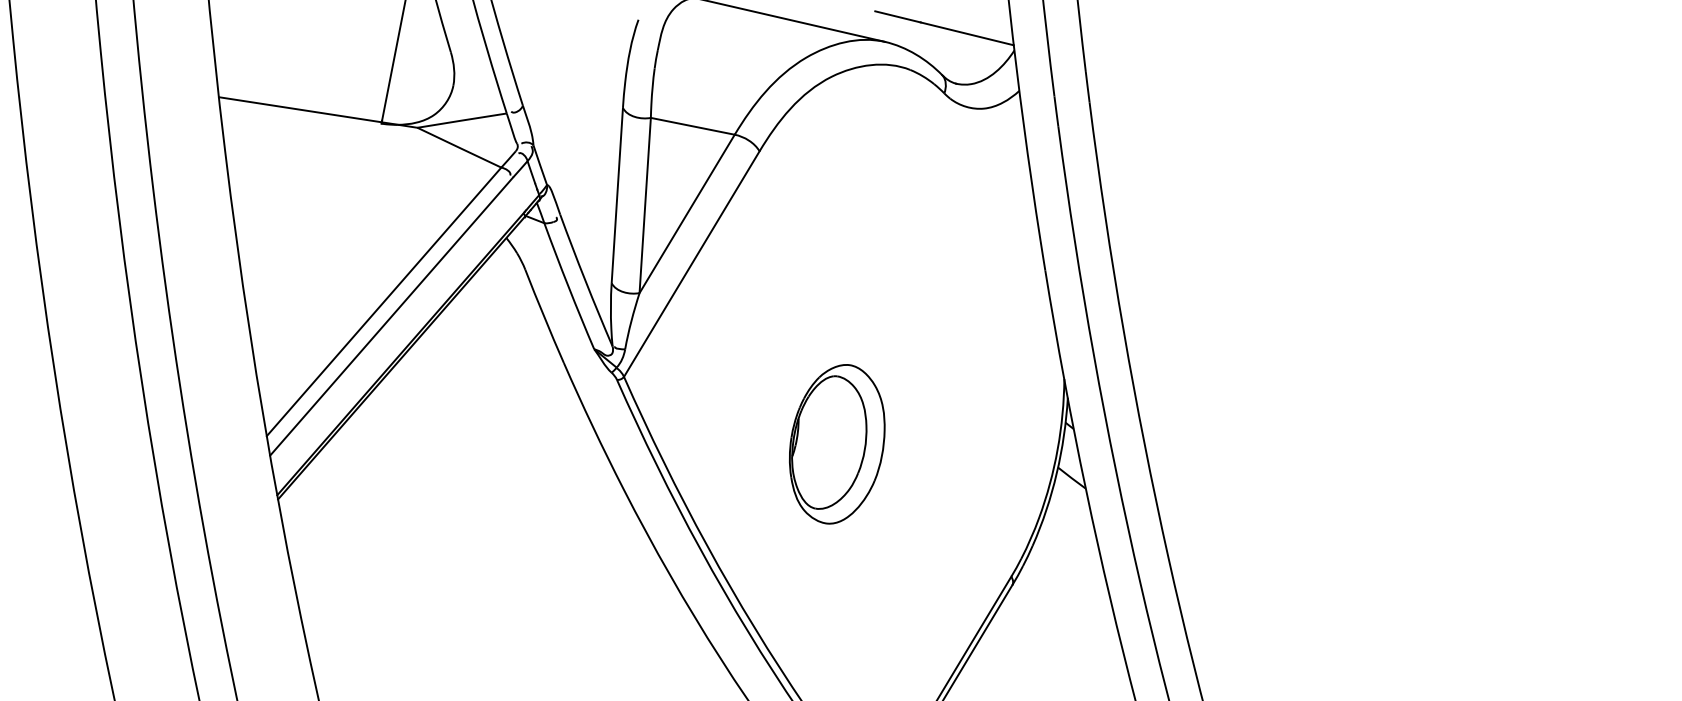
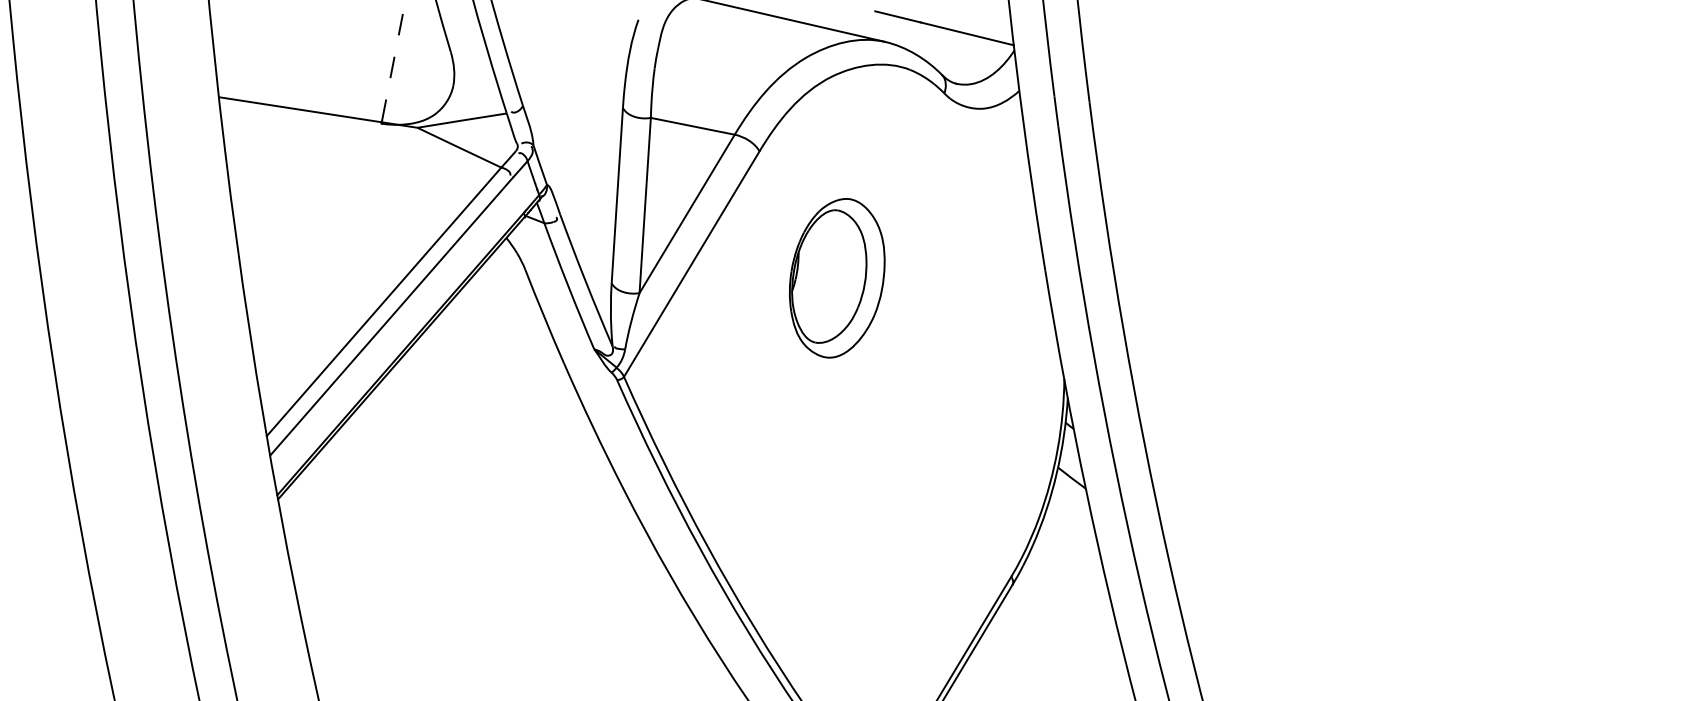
line at (393, 60): solid -> dashed
part at (837, 444) position: (837, 444) -> (837, 278)
